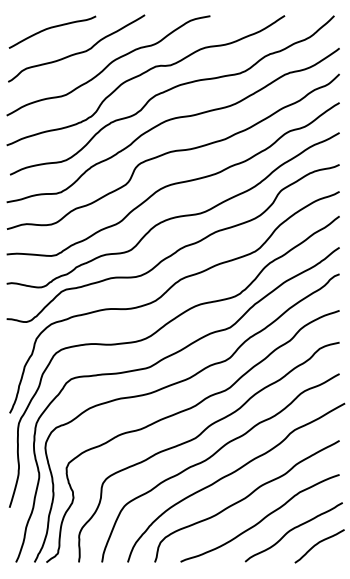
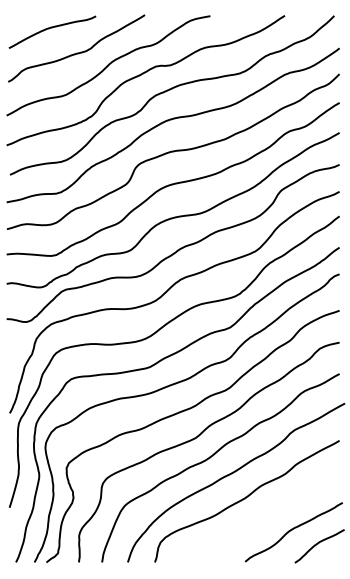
curve at (261, 519): present -> none
